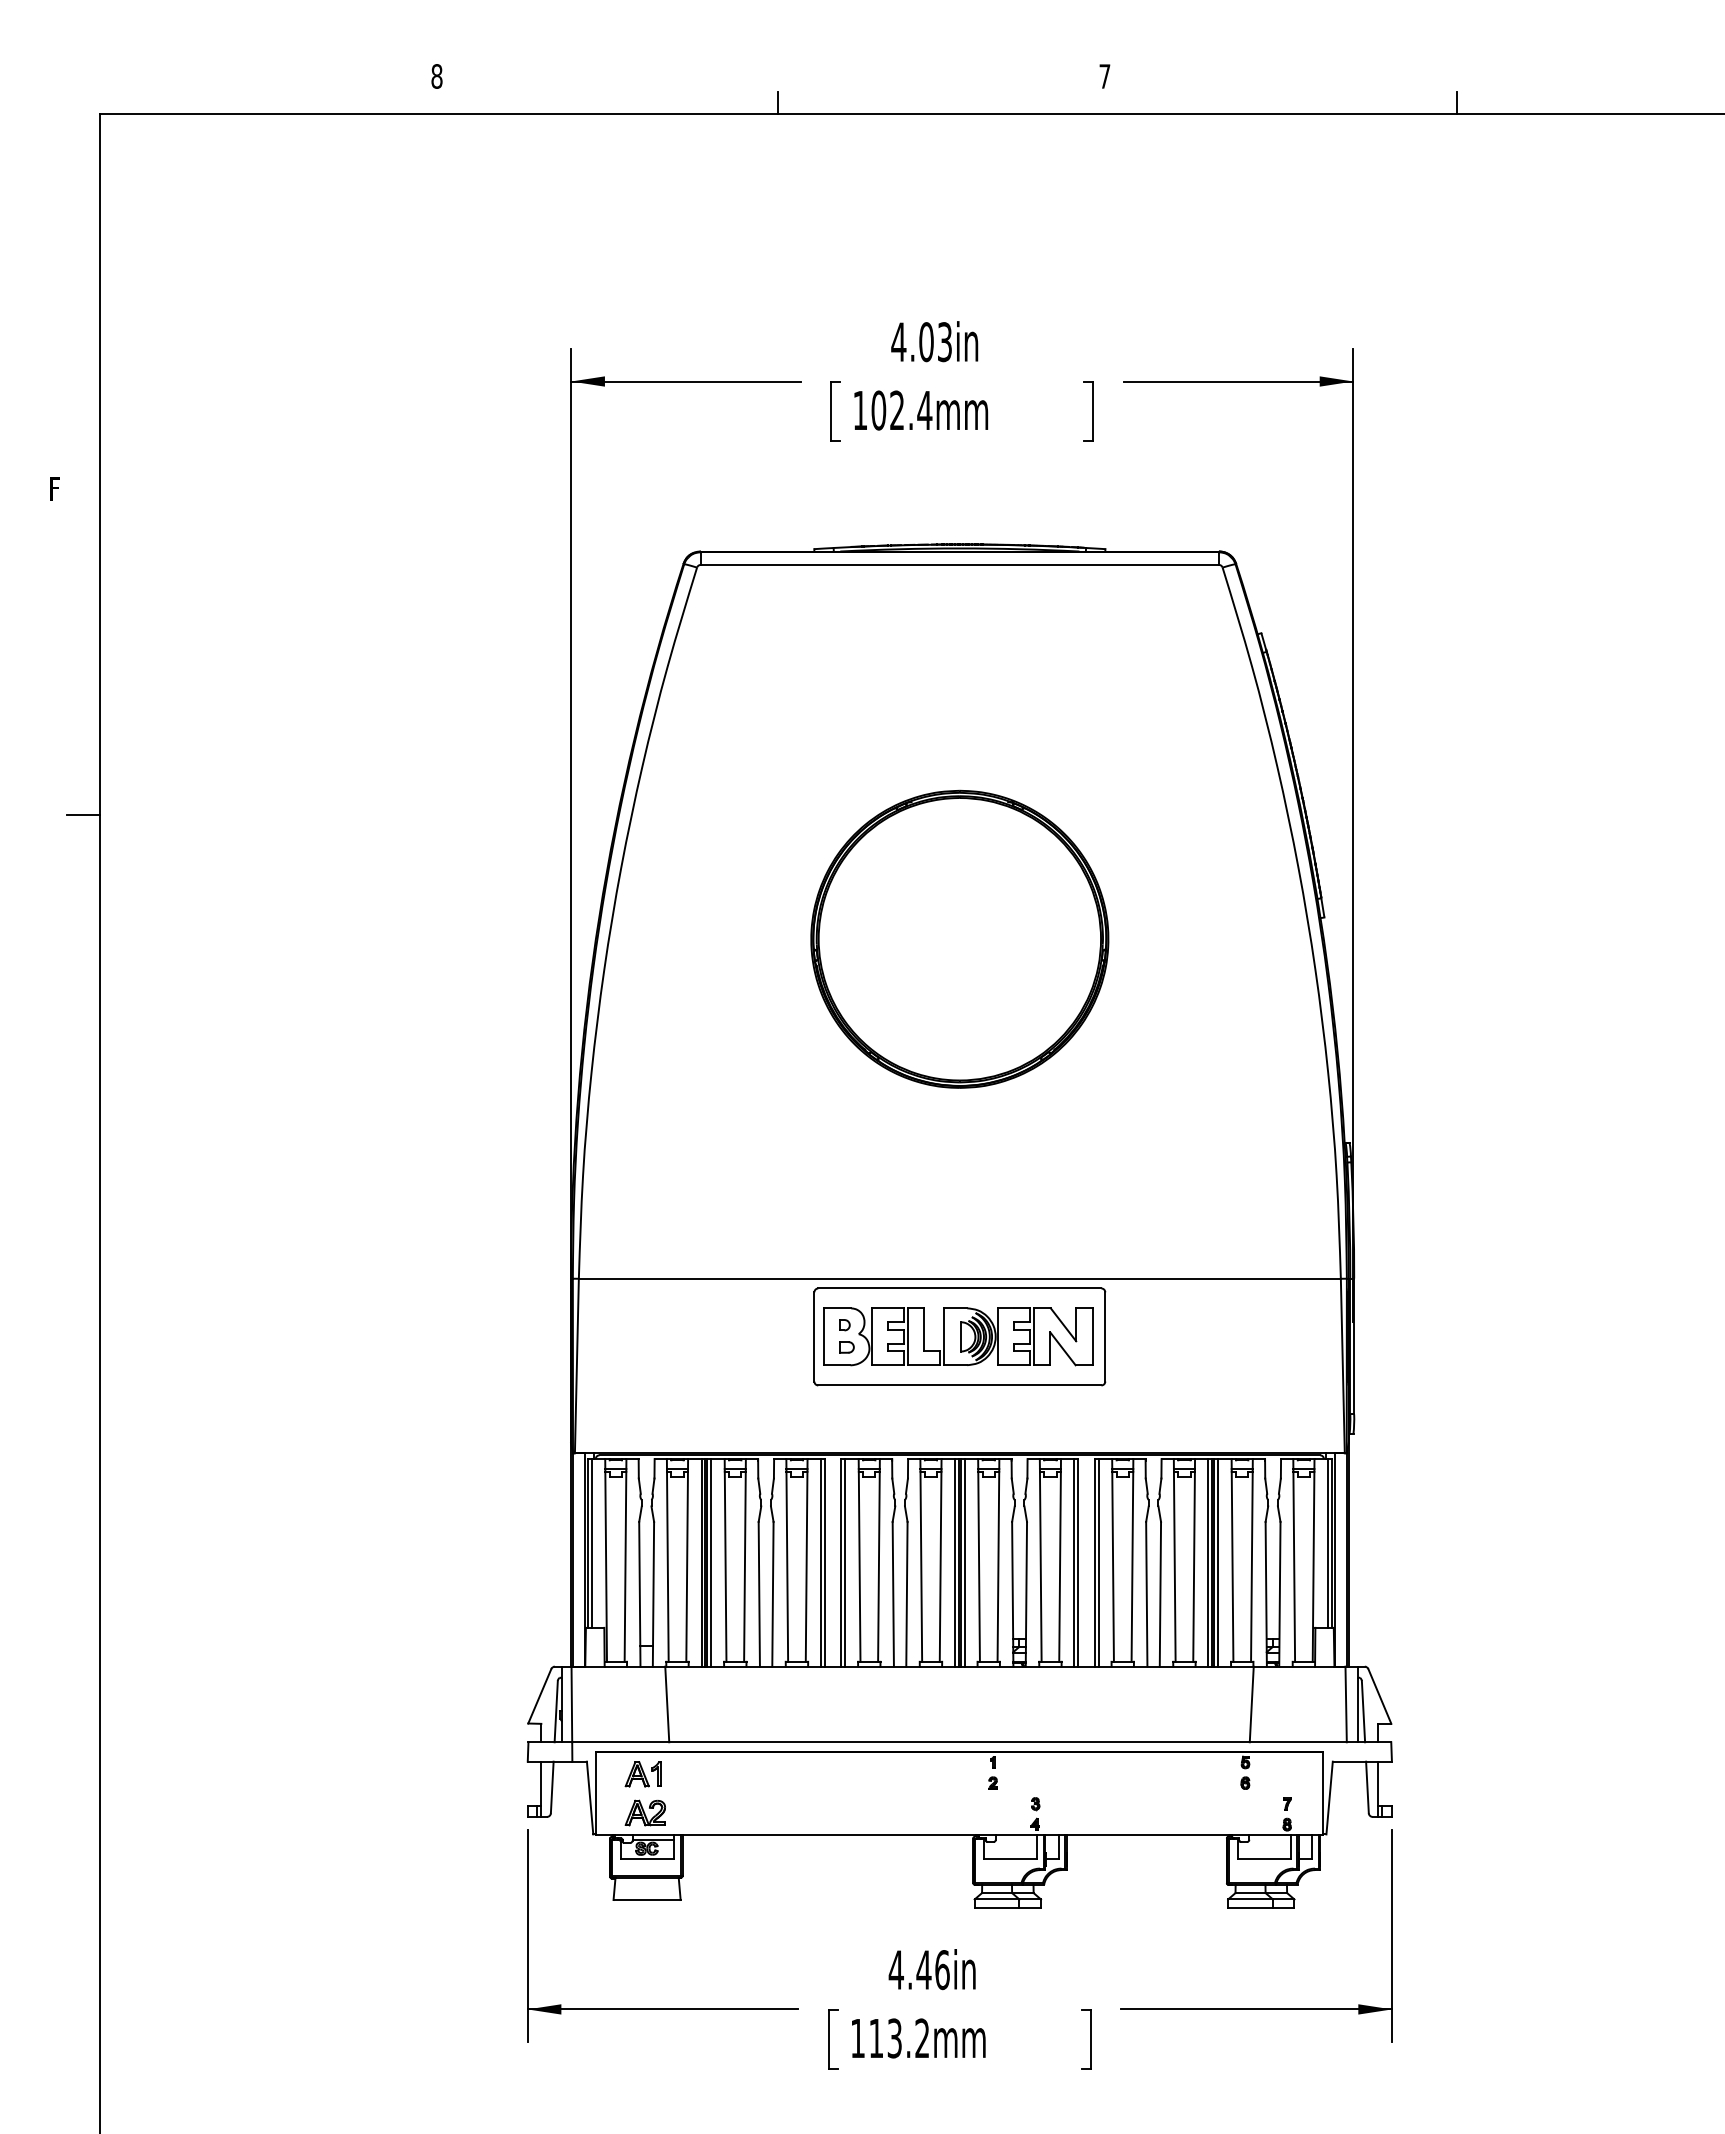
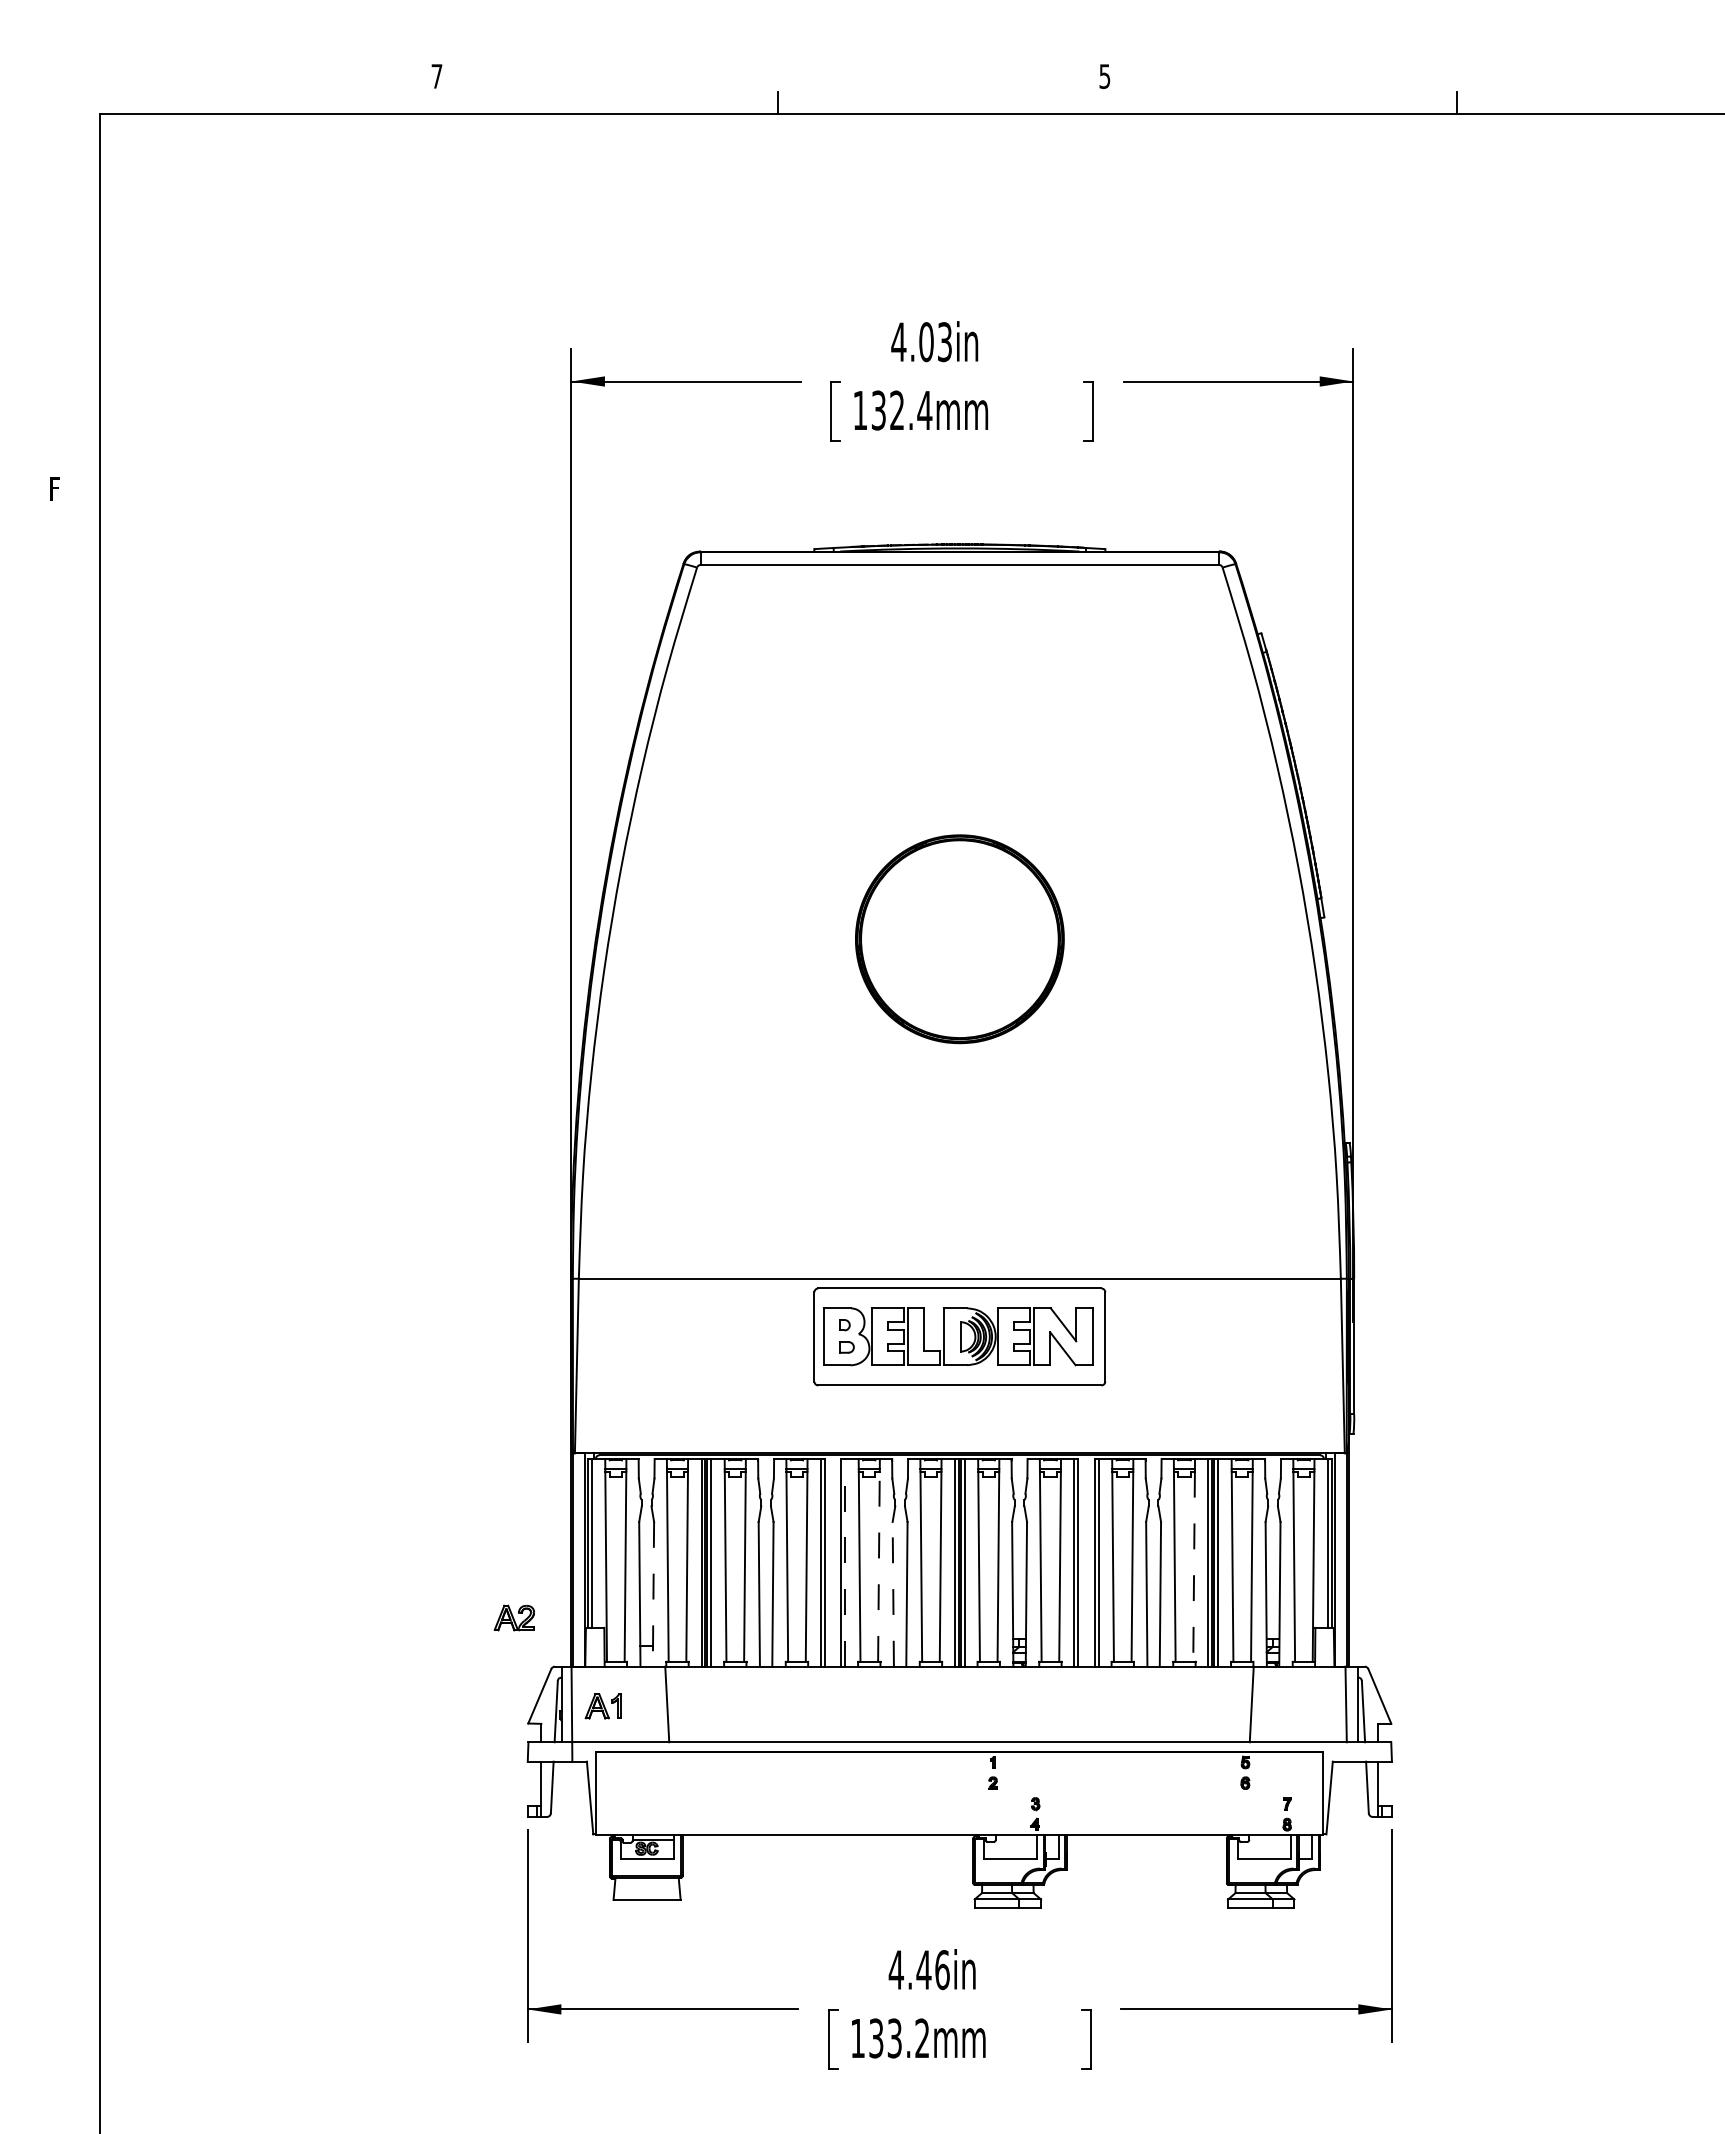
text at (436, 76): 8 -> 7
text at (1104, 76): 7 -> 5
text at (878, 410): 102.4mm -> 132.4mm
line at (83, 814): present -> none
part at (959, 938) size: 300x300 px -> 210x211 px
line at (845, 1562): solid -> dashed
line at (878, 1566): solid -> dashed
line at (1194, 1567): solid -> dashed
line at (893, 1593): solid -> dashed
line at (653, 1594): solid -> dashed
part at (642, 1774) position: (642, 1774) -> (602, 1706)
part at (644, 1812) position: (644, 1812) -> (513, 1617)
text at (876, 2038): 113.2mm -> 133.2mm
